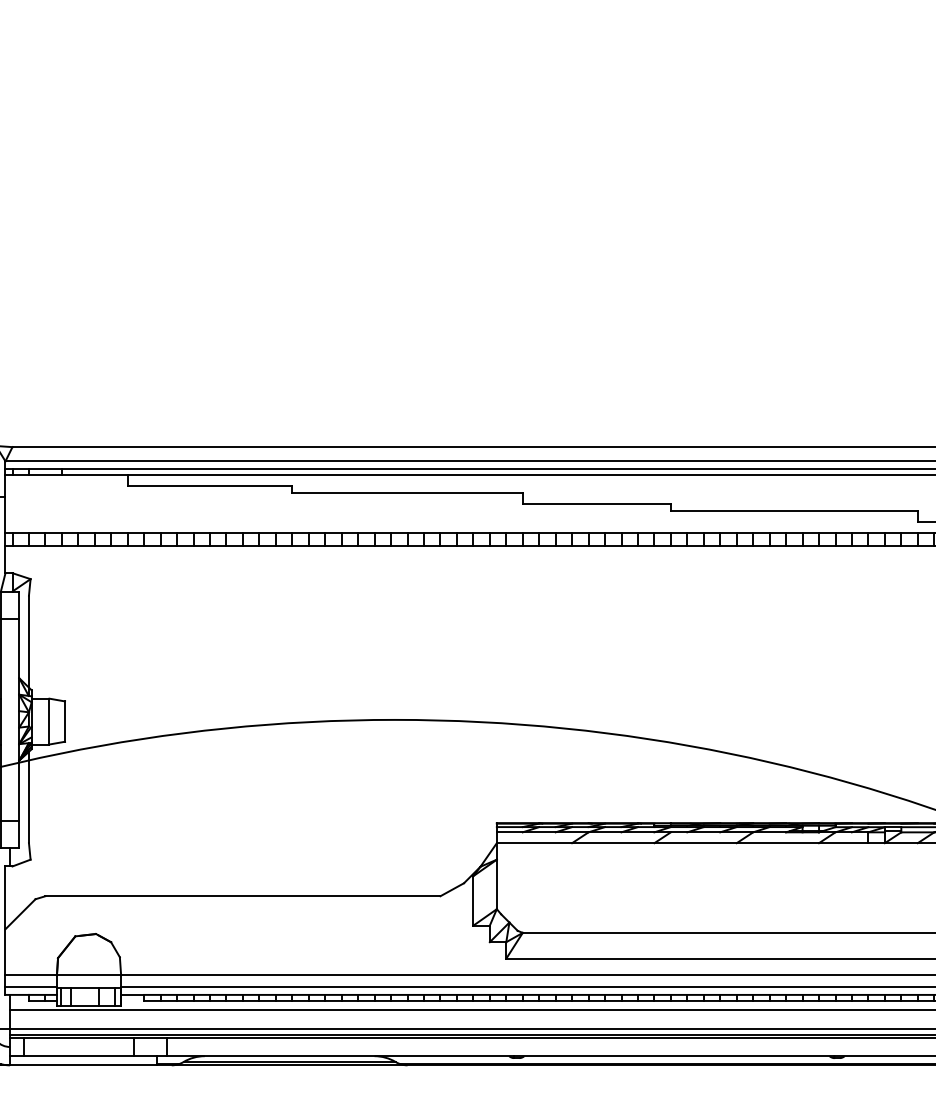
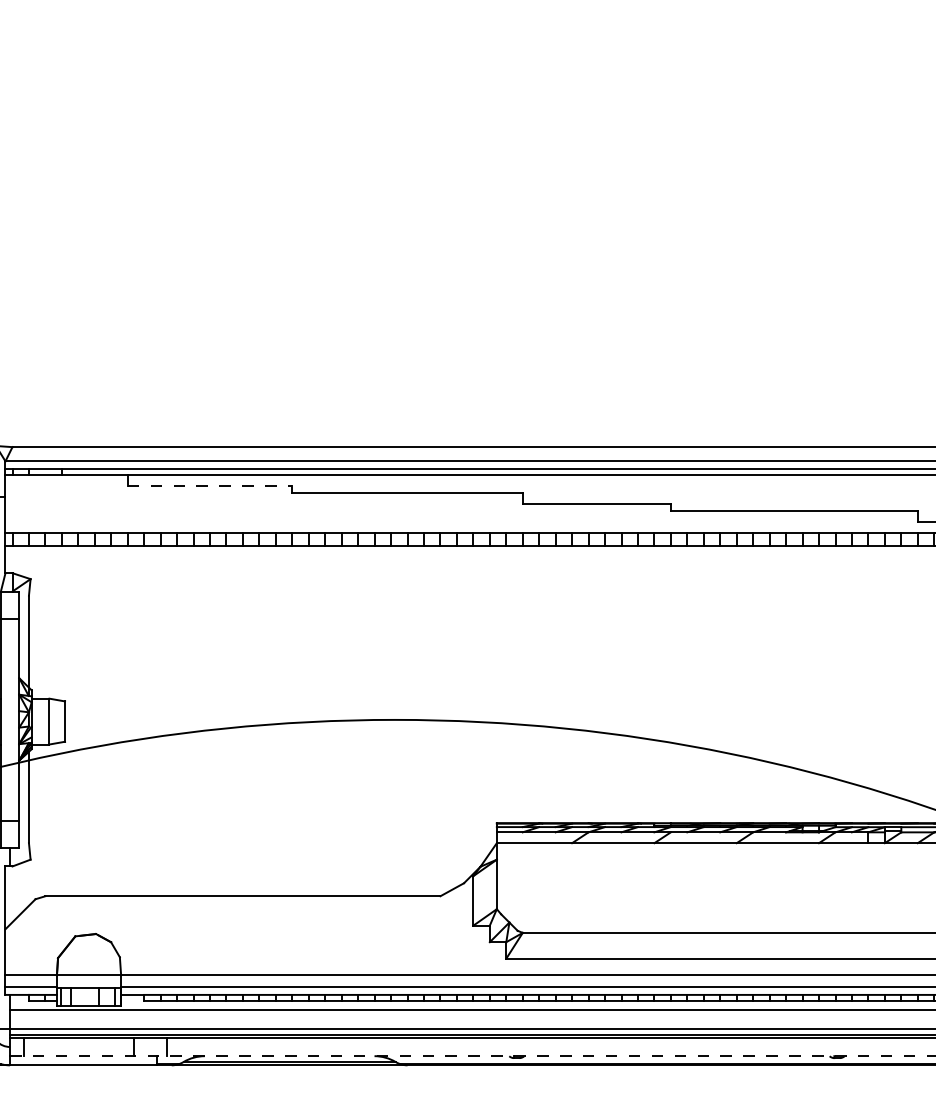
line at (210, 486): solid -> dashed
line at (473, 1056): solid -> dashed
